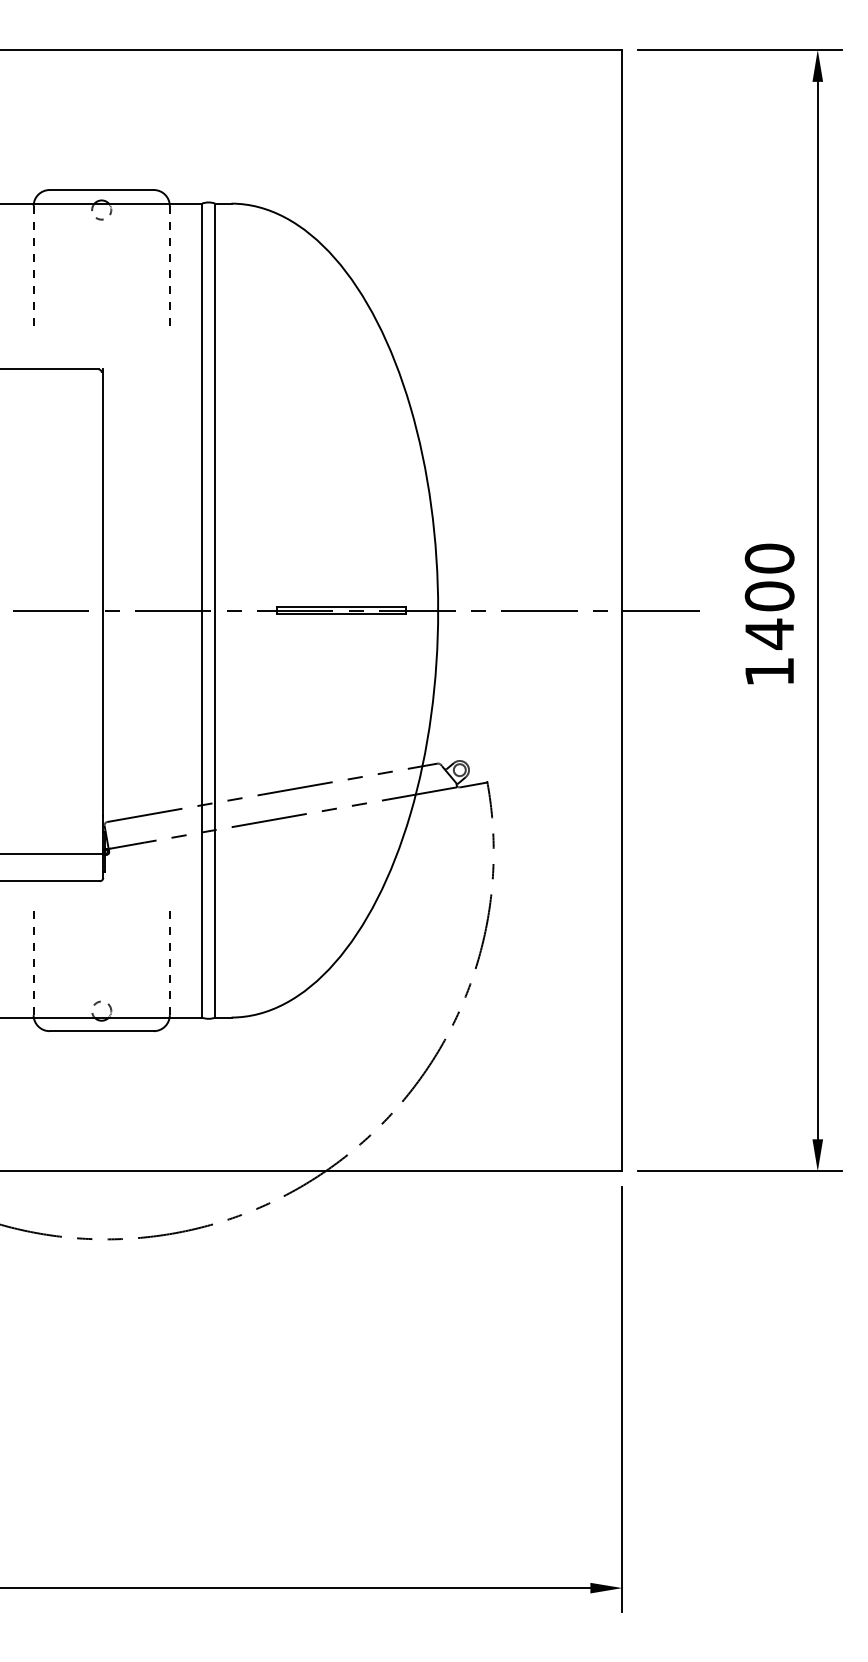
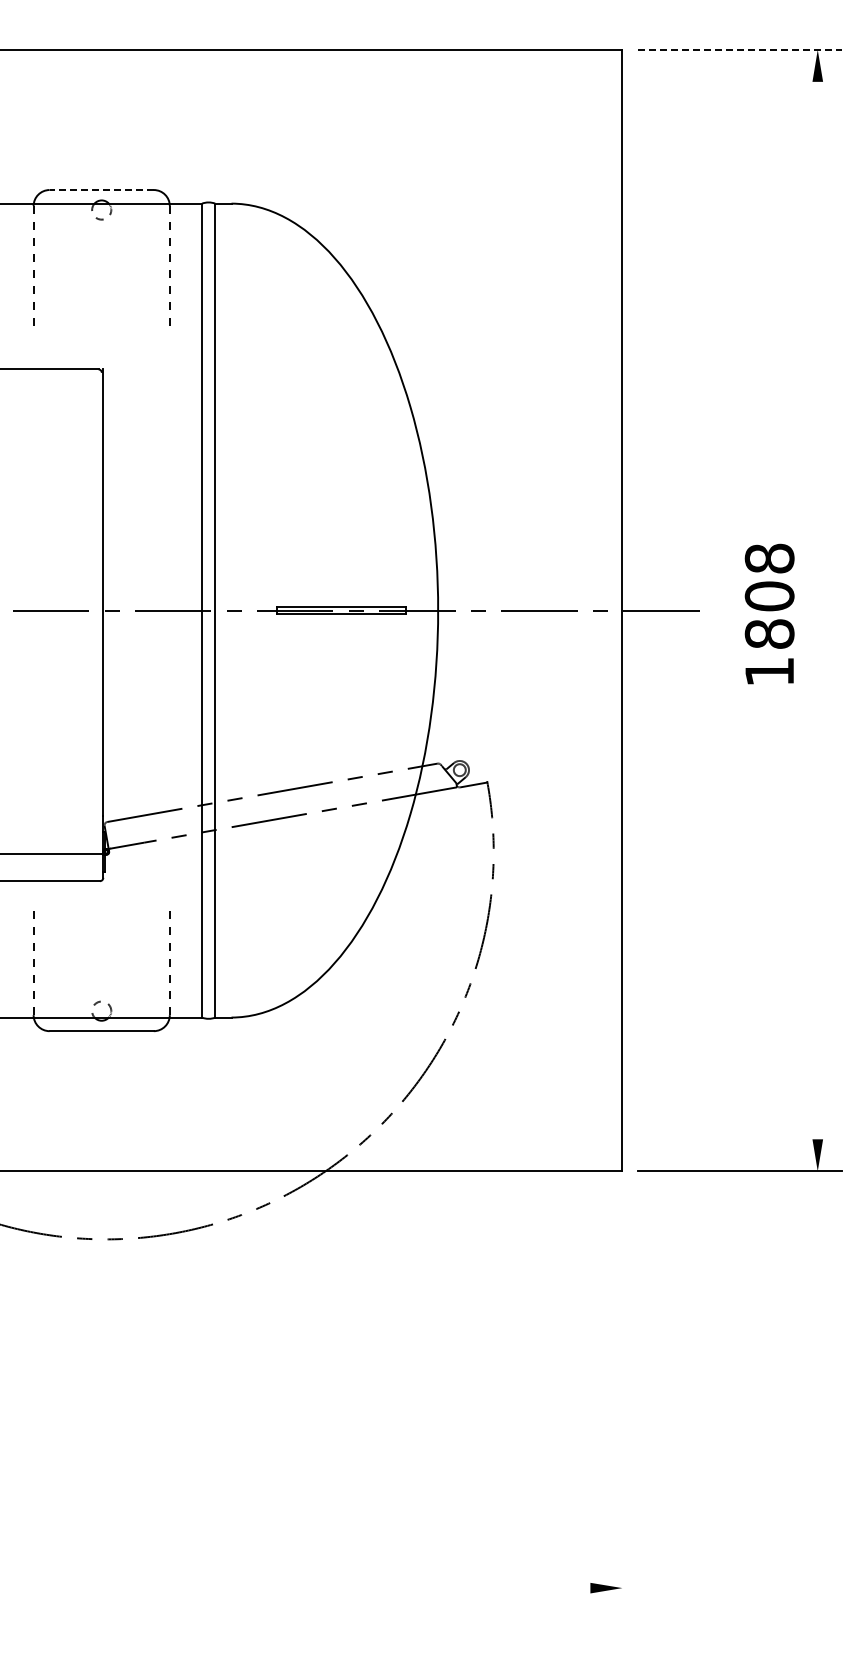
line at (740, 49): solid -> dashed
line at (101, 190): solid -> dashed
text at (769, 596): 1400 -> 1808
line at (817, 610): present -> none
line at (622, 1399): present -> none
line at (296, 1588): present -> none
